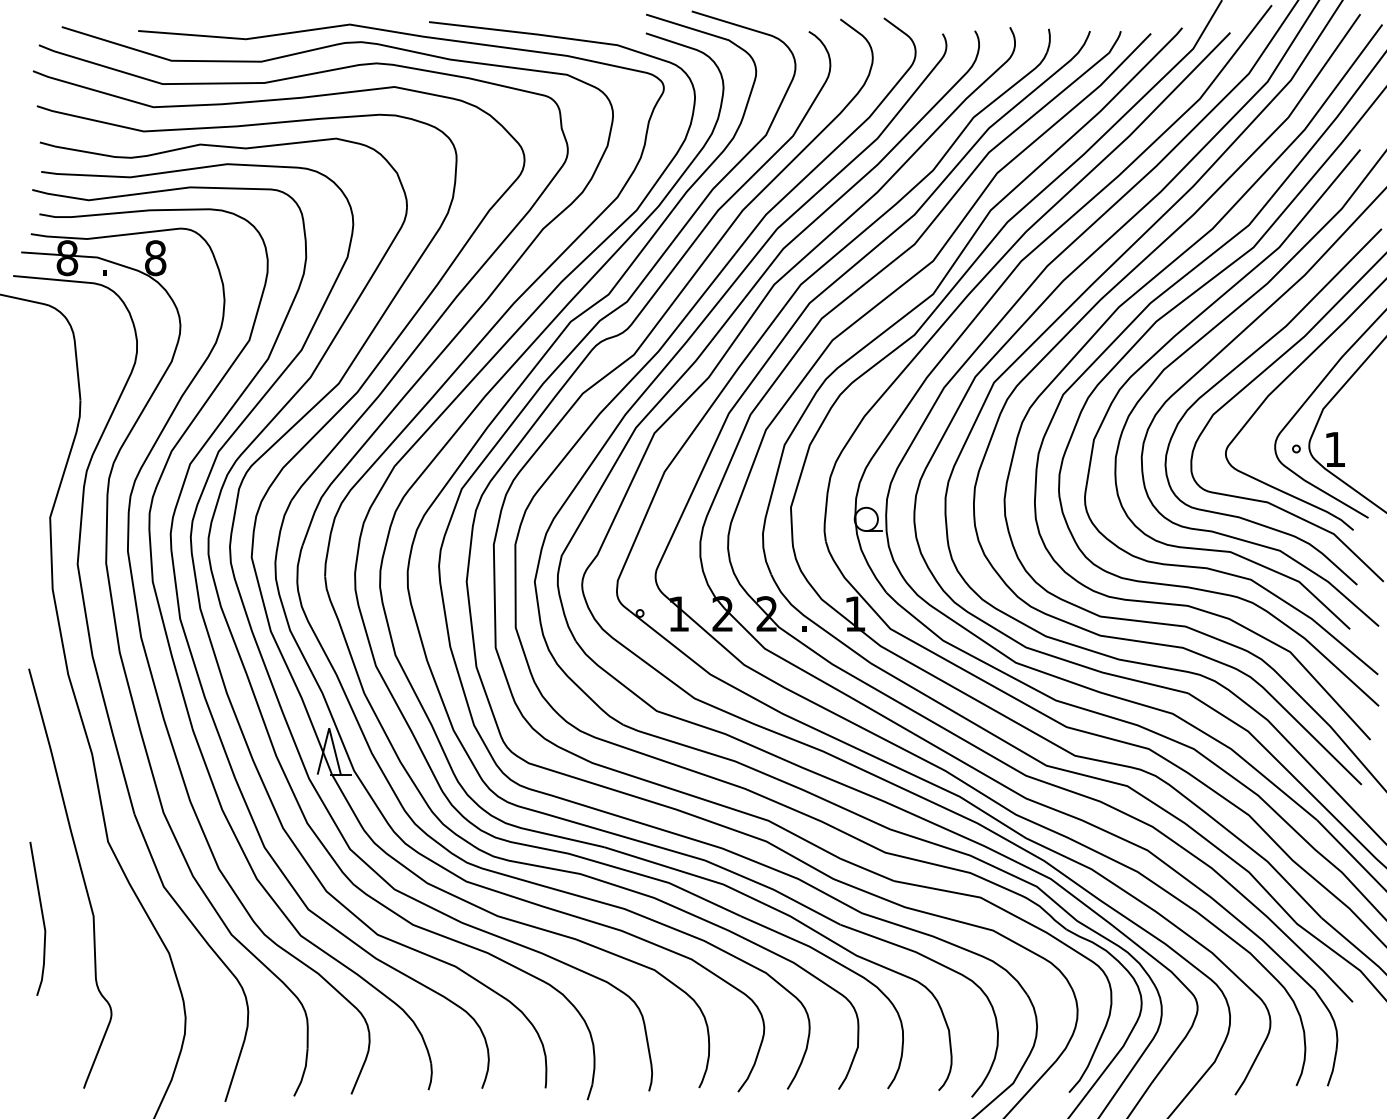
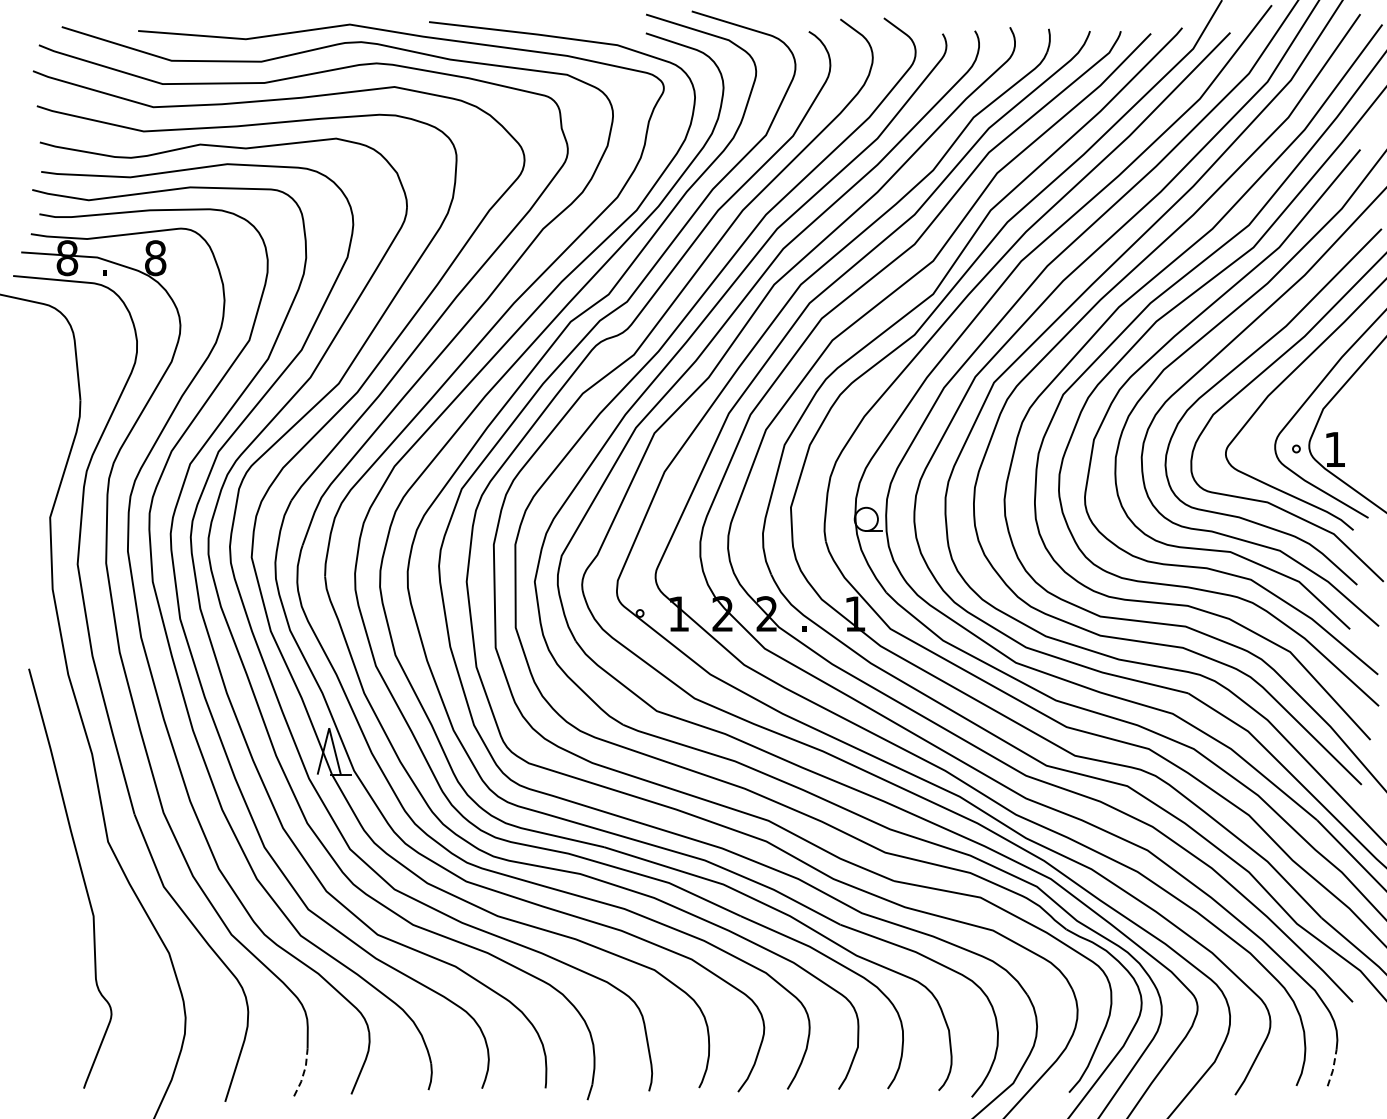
line at (41, 915): present -> none
line at (1333, 1068): solid -> dashed
line at (303, 1073): solid -> dashed
